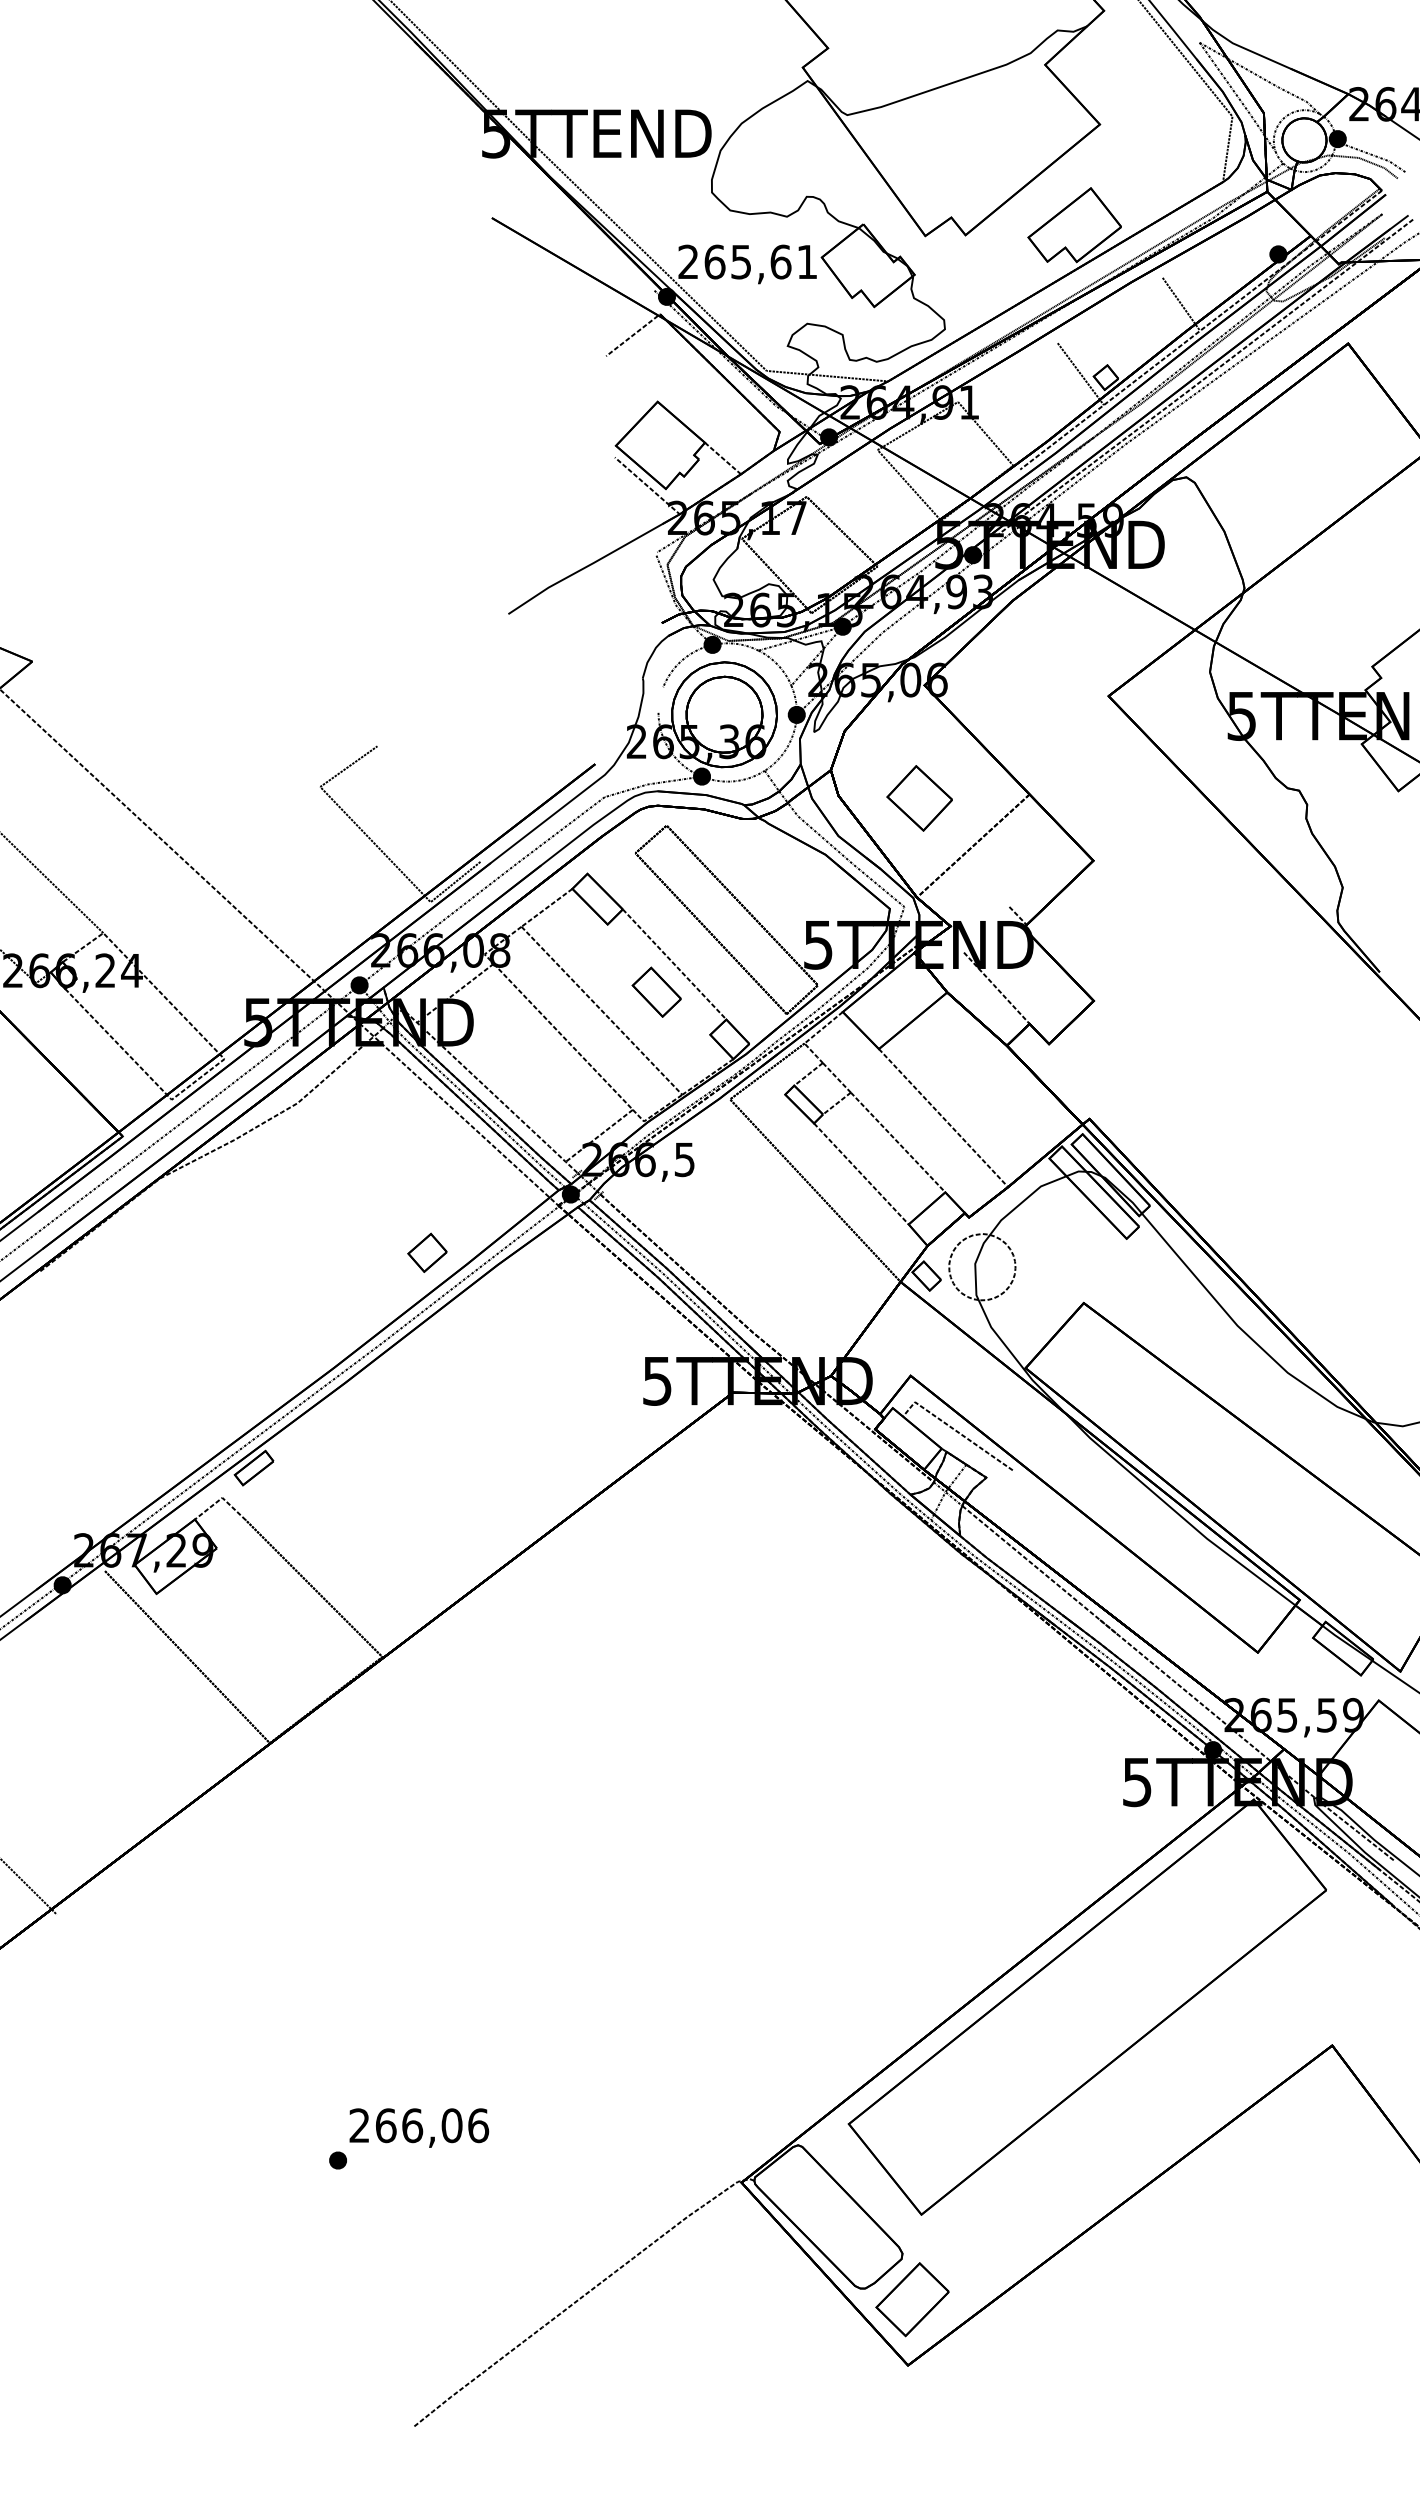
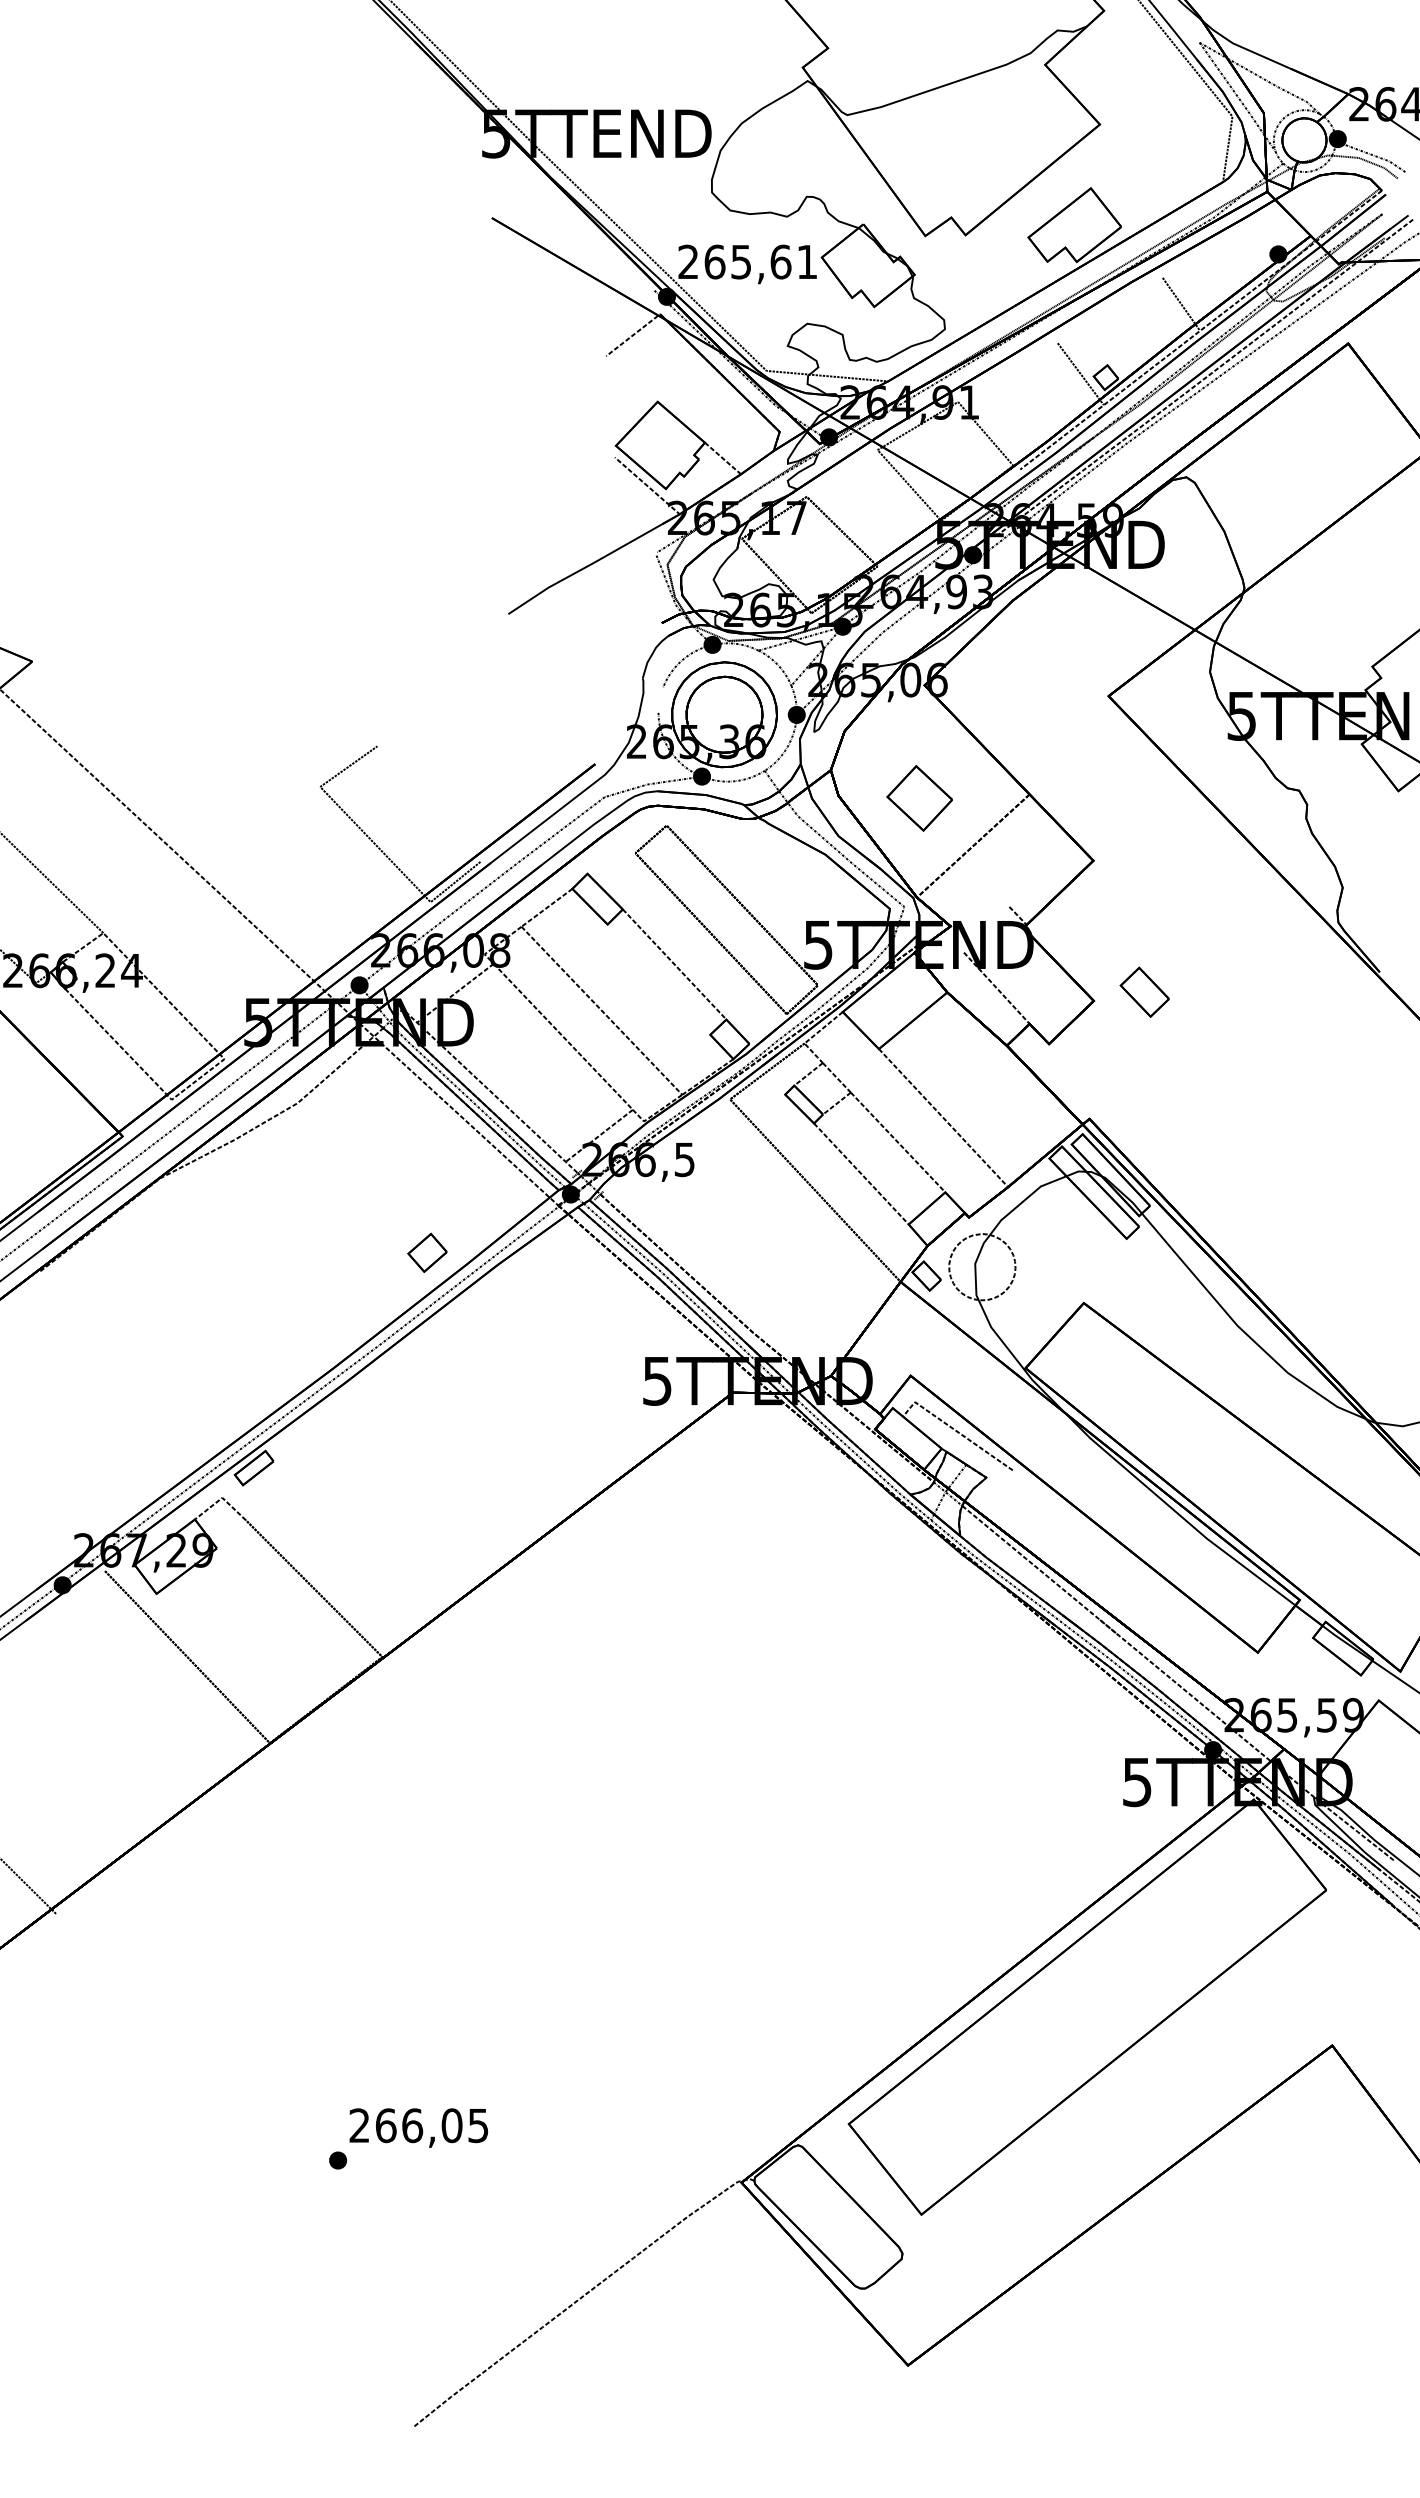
part at (656, 991) position: (656, 991) -> (1144, 991)
text at (478, 2125): 266,06 -> 266,05
part at (912, 2299): present -> none
